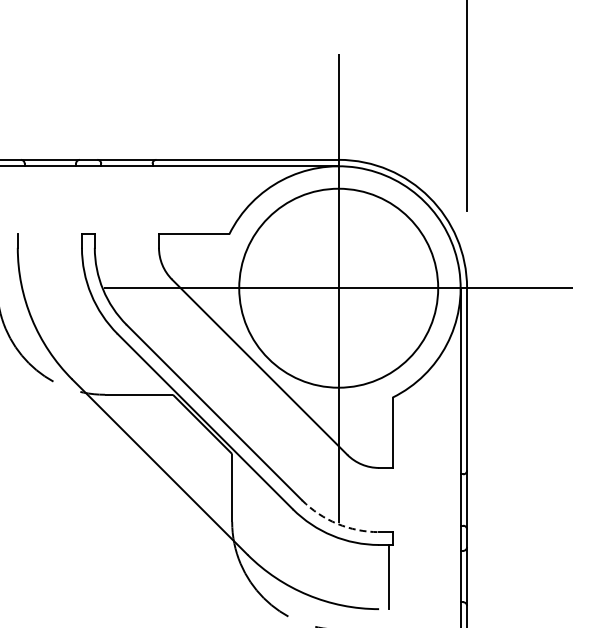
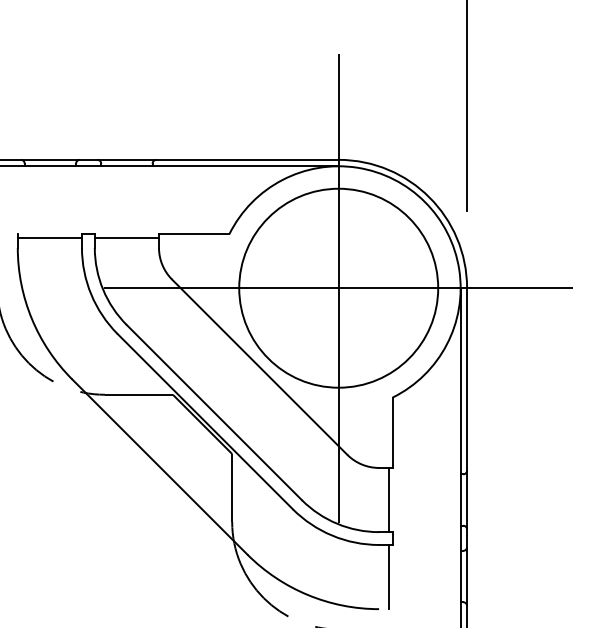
line at (49, 238): none -> present
line at (126, 238): none -> present
line at (388, 499): none -> present
arc at (337, 523): dashed -> solid
